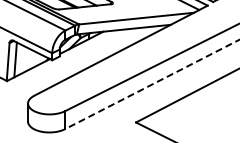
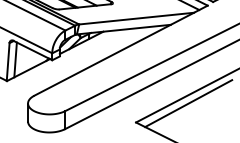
line at (152, 84): dashed -> solid
line at (188, 103): none -> present
